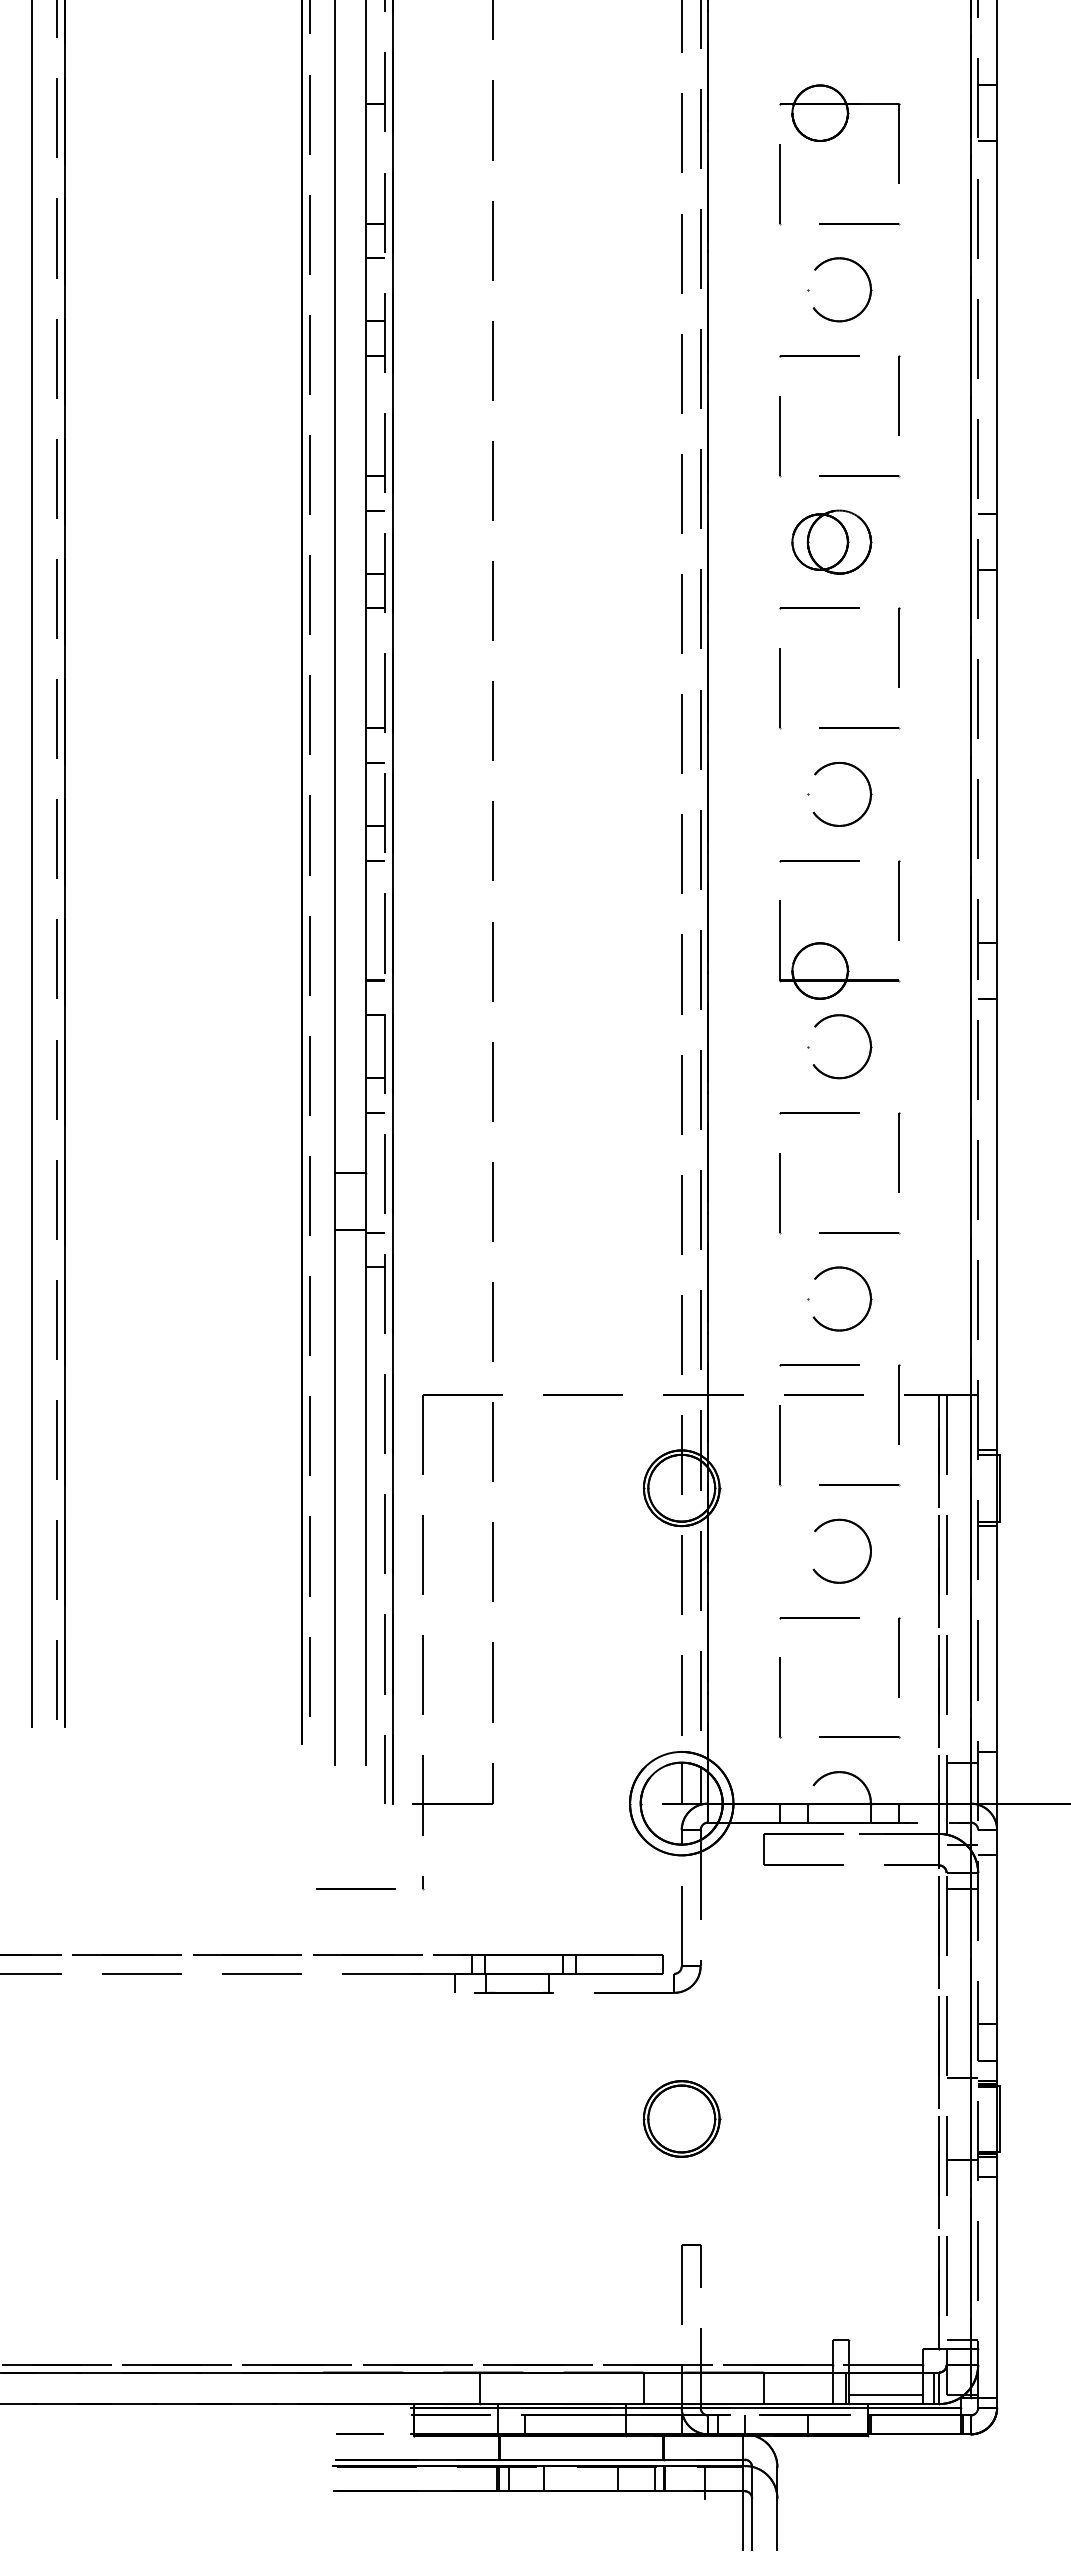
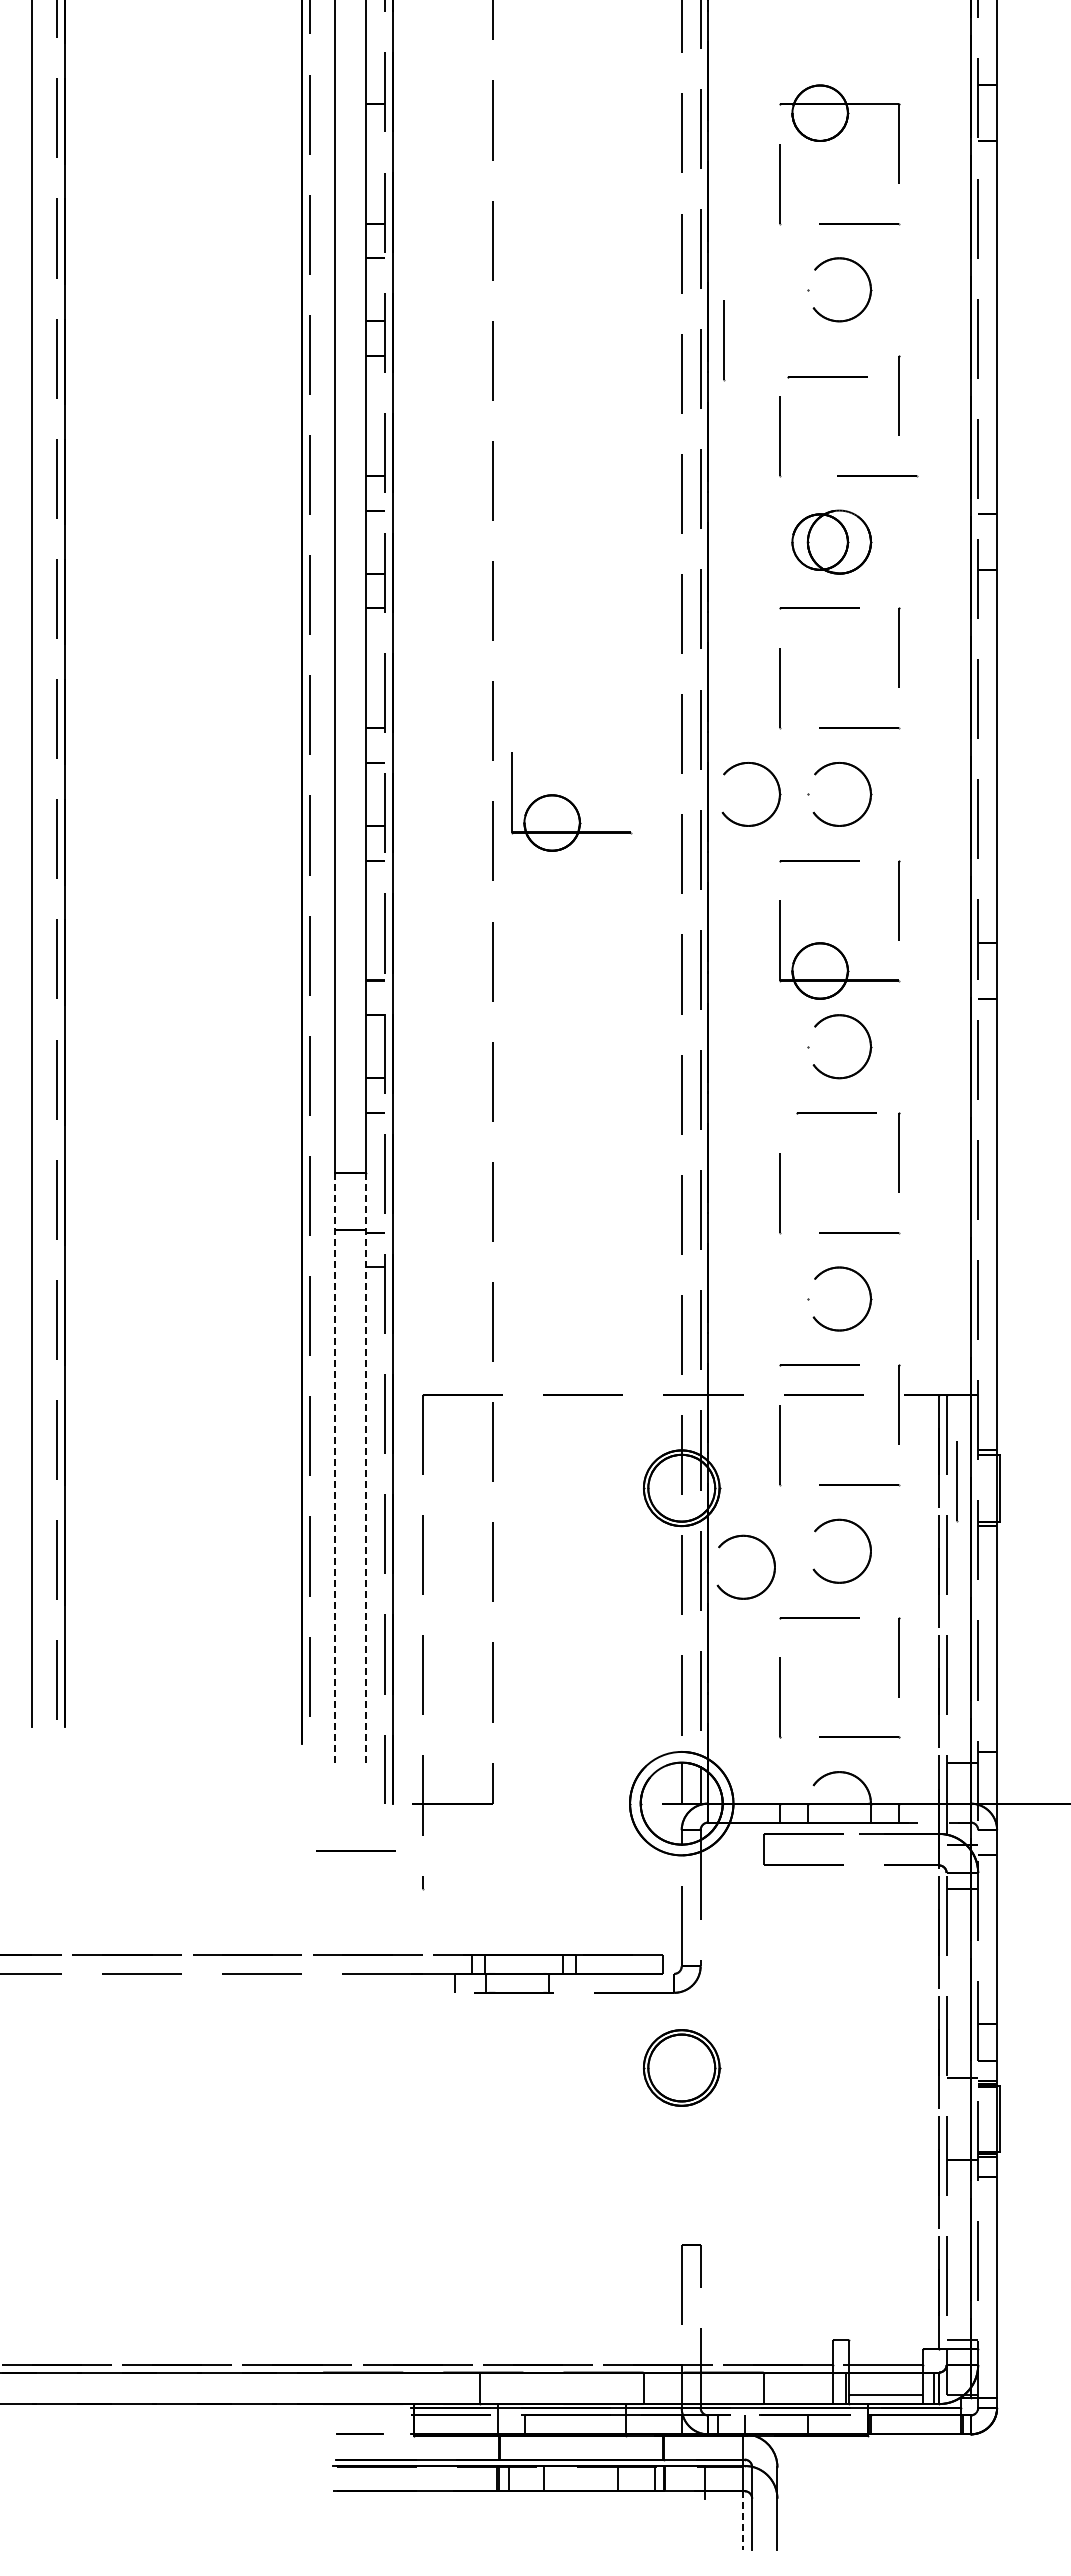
line at (724, 340): none -> present
line at (819, 356) position: (819, 356) -> (827, 377)
line at (859, 476) position: (859, 476) -> (877, 476)
part at (778, 792): none -> present
part at (571, 801): none -> present
line at (819, 1113) position: (819, 1113) -> (836, 1113)
line at (334, 1468): solid -> dashed
line at (366, 1468): solid -> dashed
line at (957, 1481): none -> present
part at (768, 1550): none -> present
line at (355, 1888) position: (355, 1888) -> (355, 1850)
part at (682, 2118) position: (682, 2118) -> (682, 2067)
line at (743, 2520): solid -> dashed
